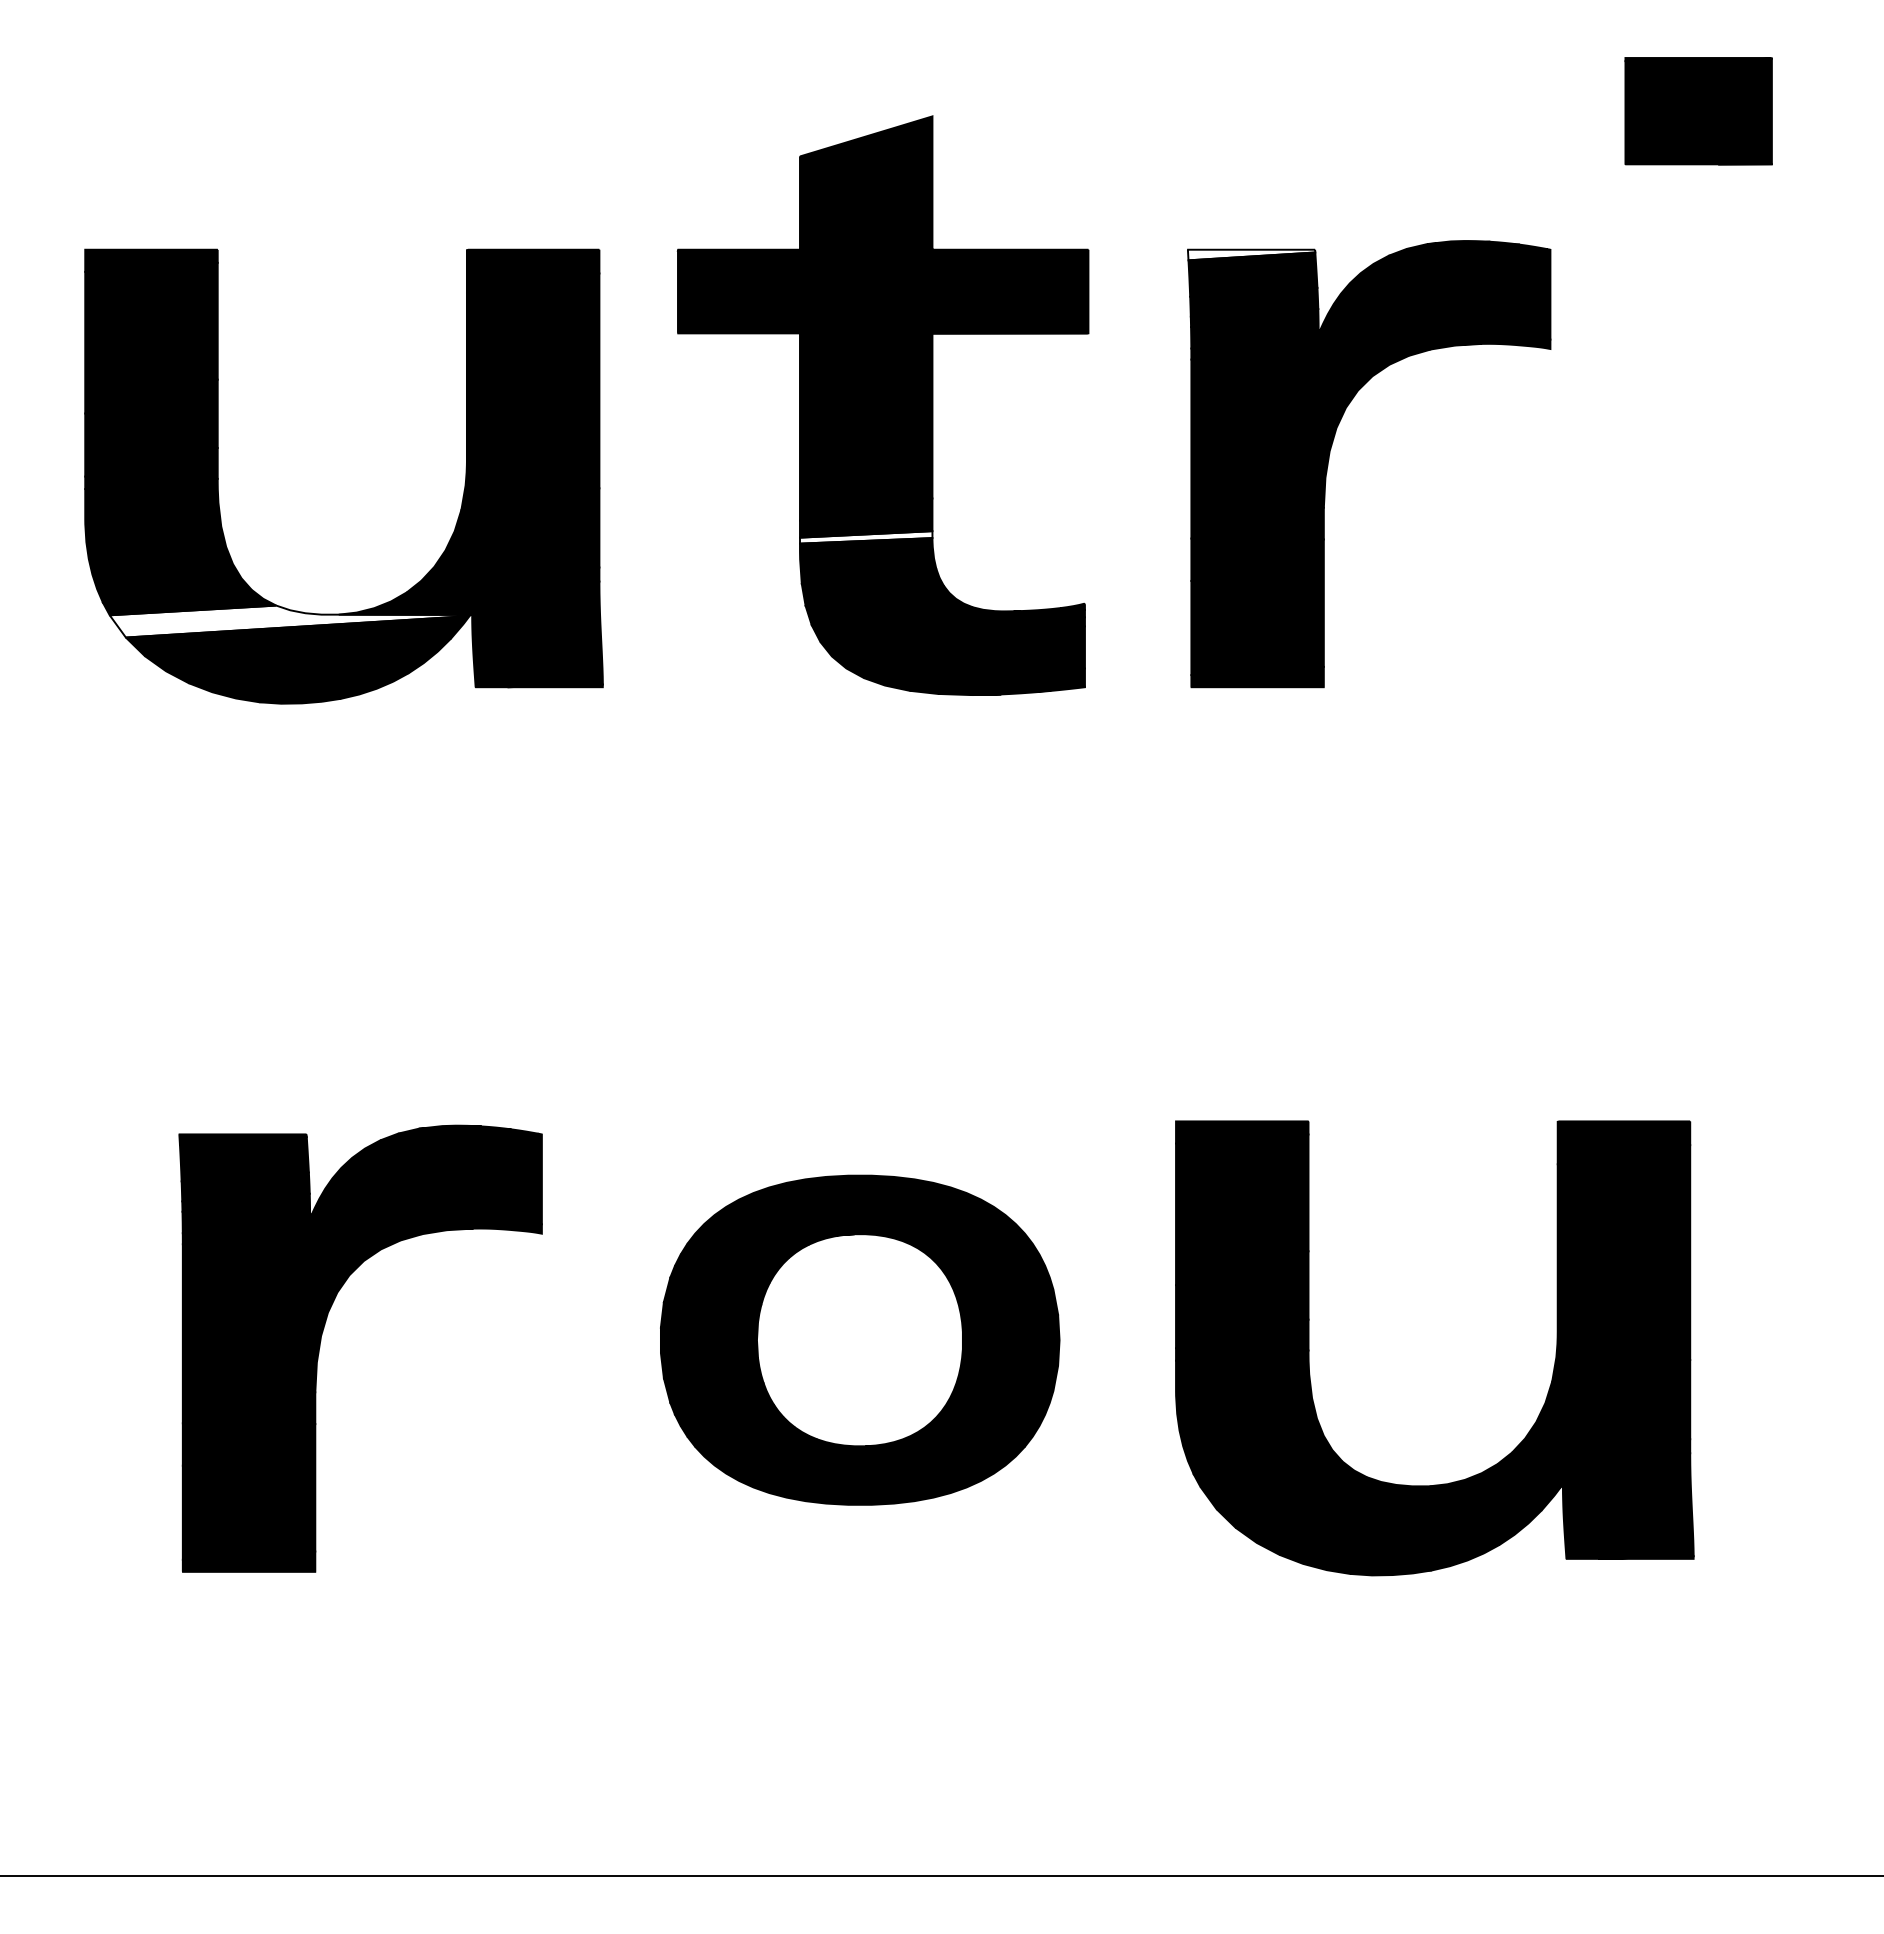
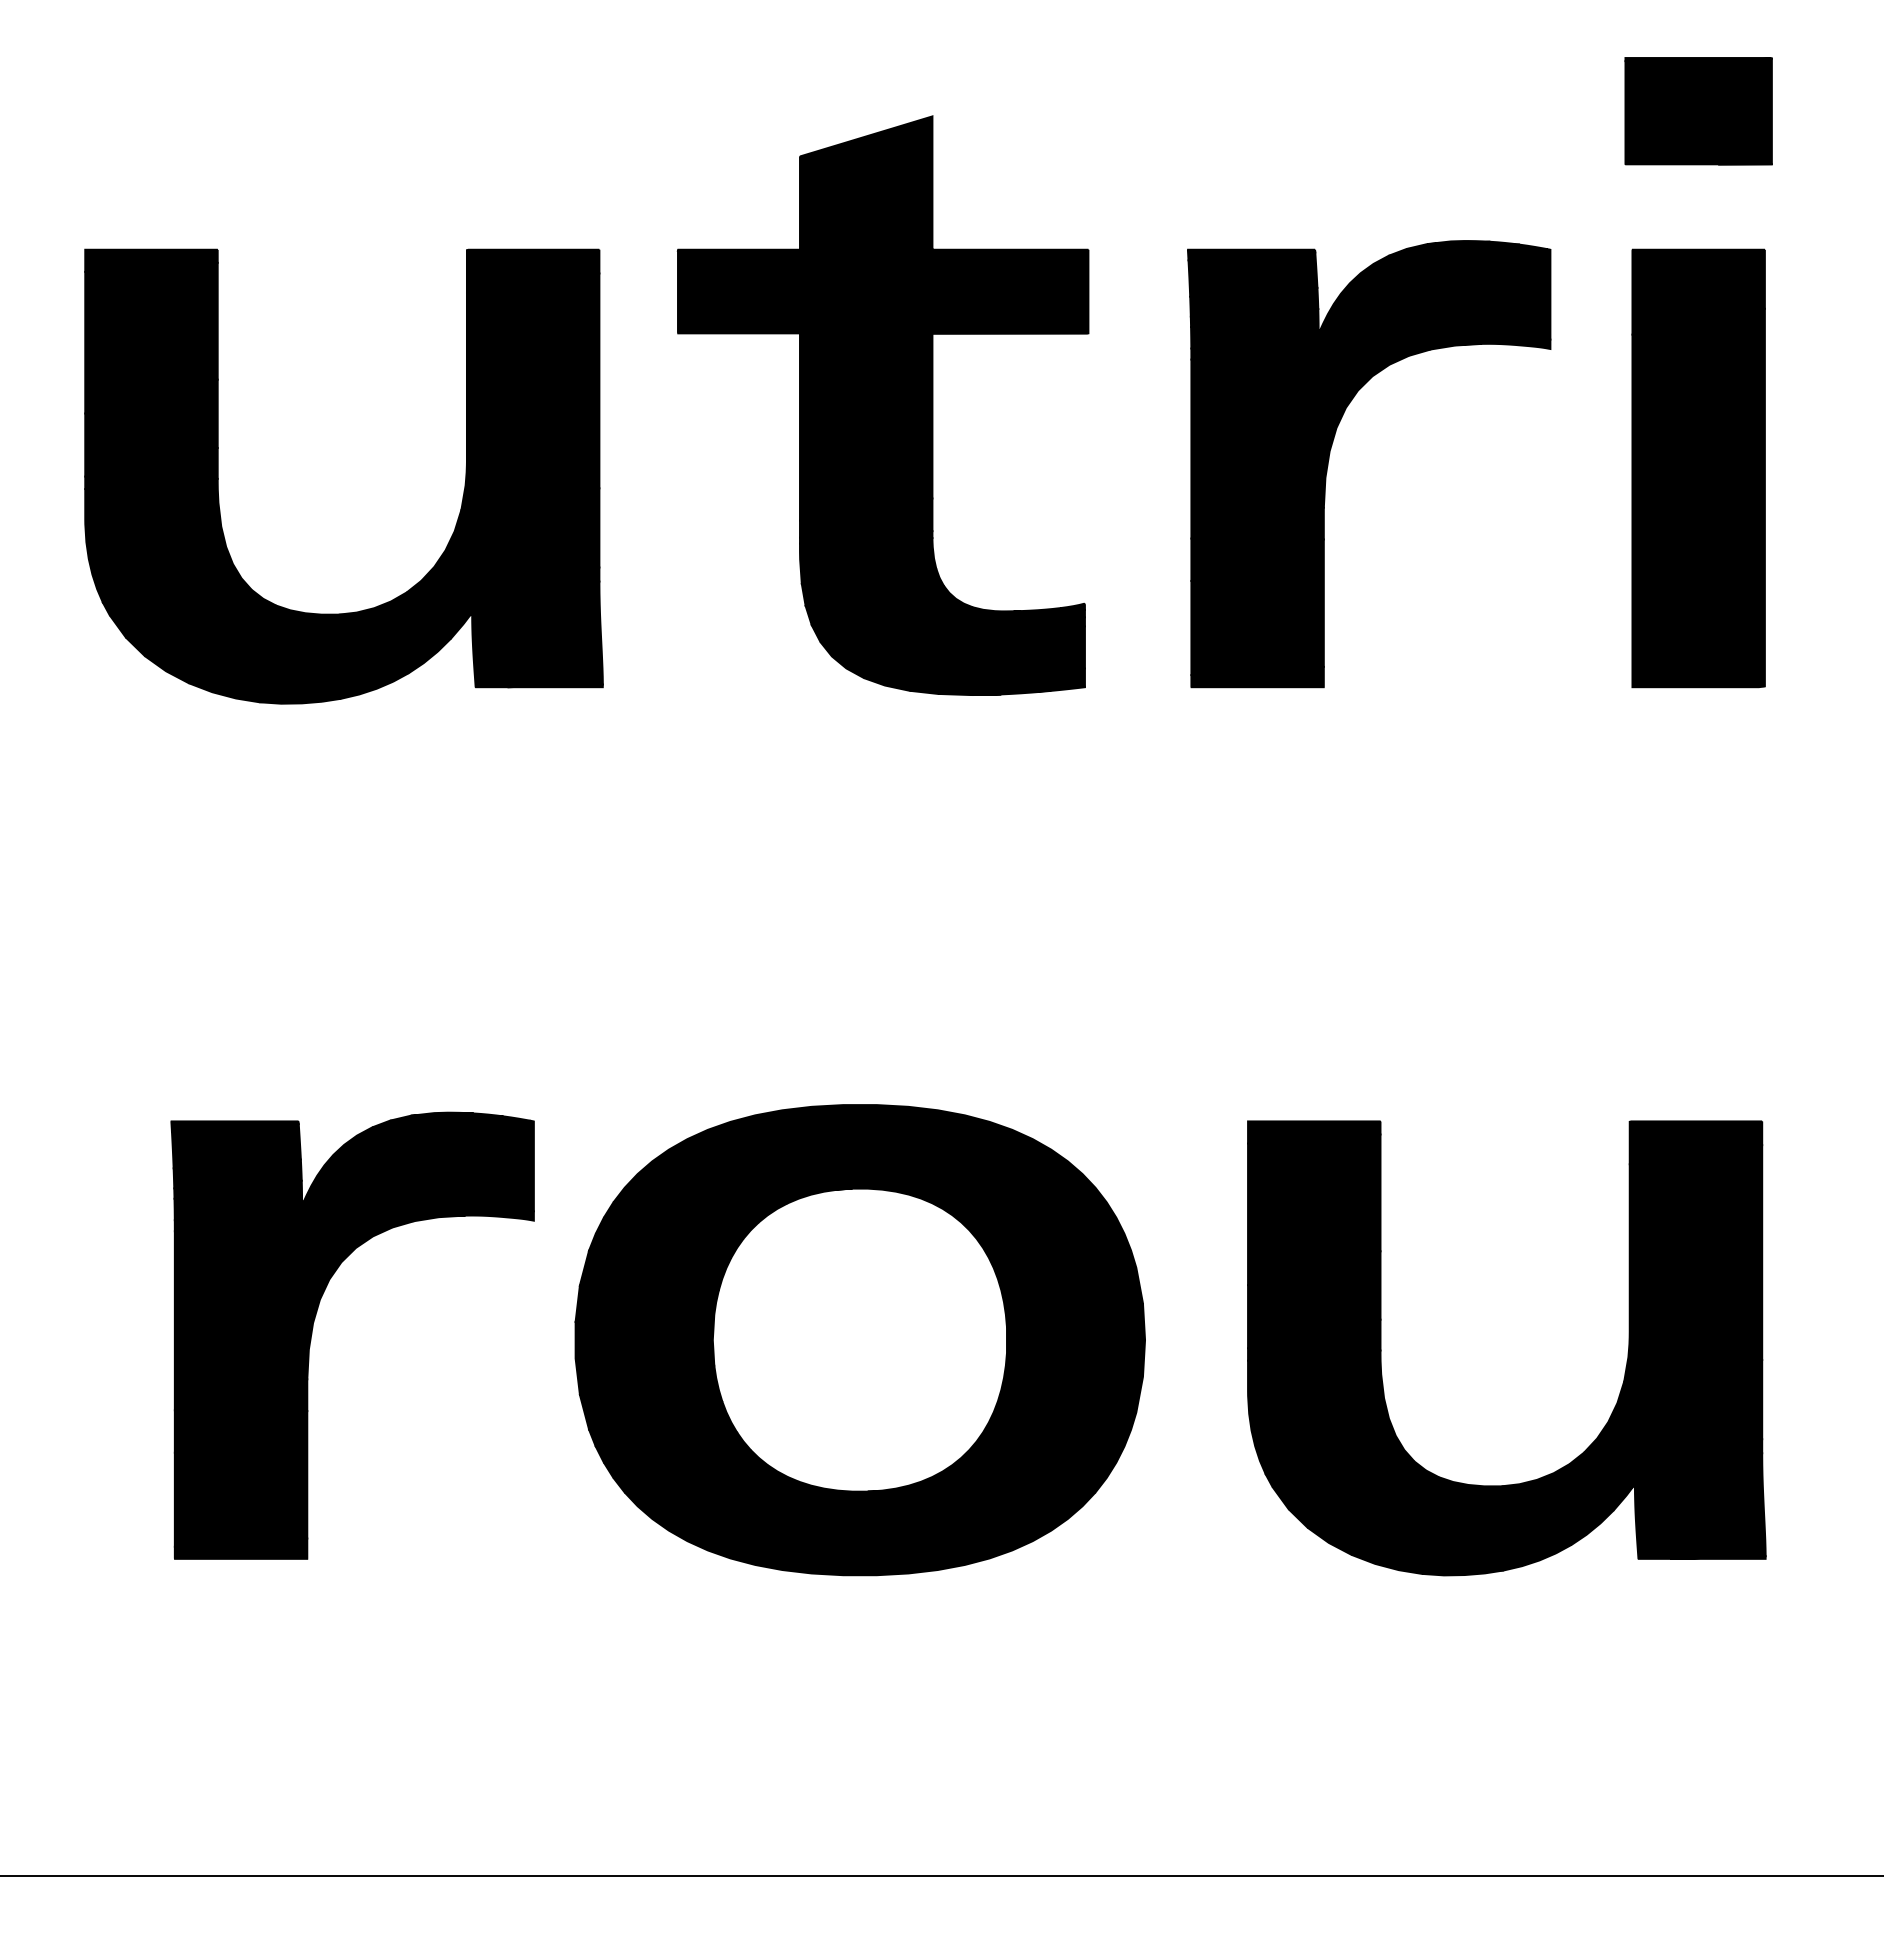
fill at (1251, 254): none -> present
part at (1698, 468): none -> present
fill at (865, 537): none -> present
fill at (289, 621): none -> present
part at (860, 1339) size: 401x332 px -> 572x473 px
part at (321, 1341) position: (321, 1341) -> (313, 1328)
part at (1553, 1366) position: (1553, 1366) -> (1625, 1366)
